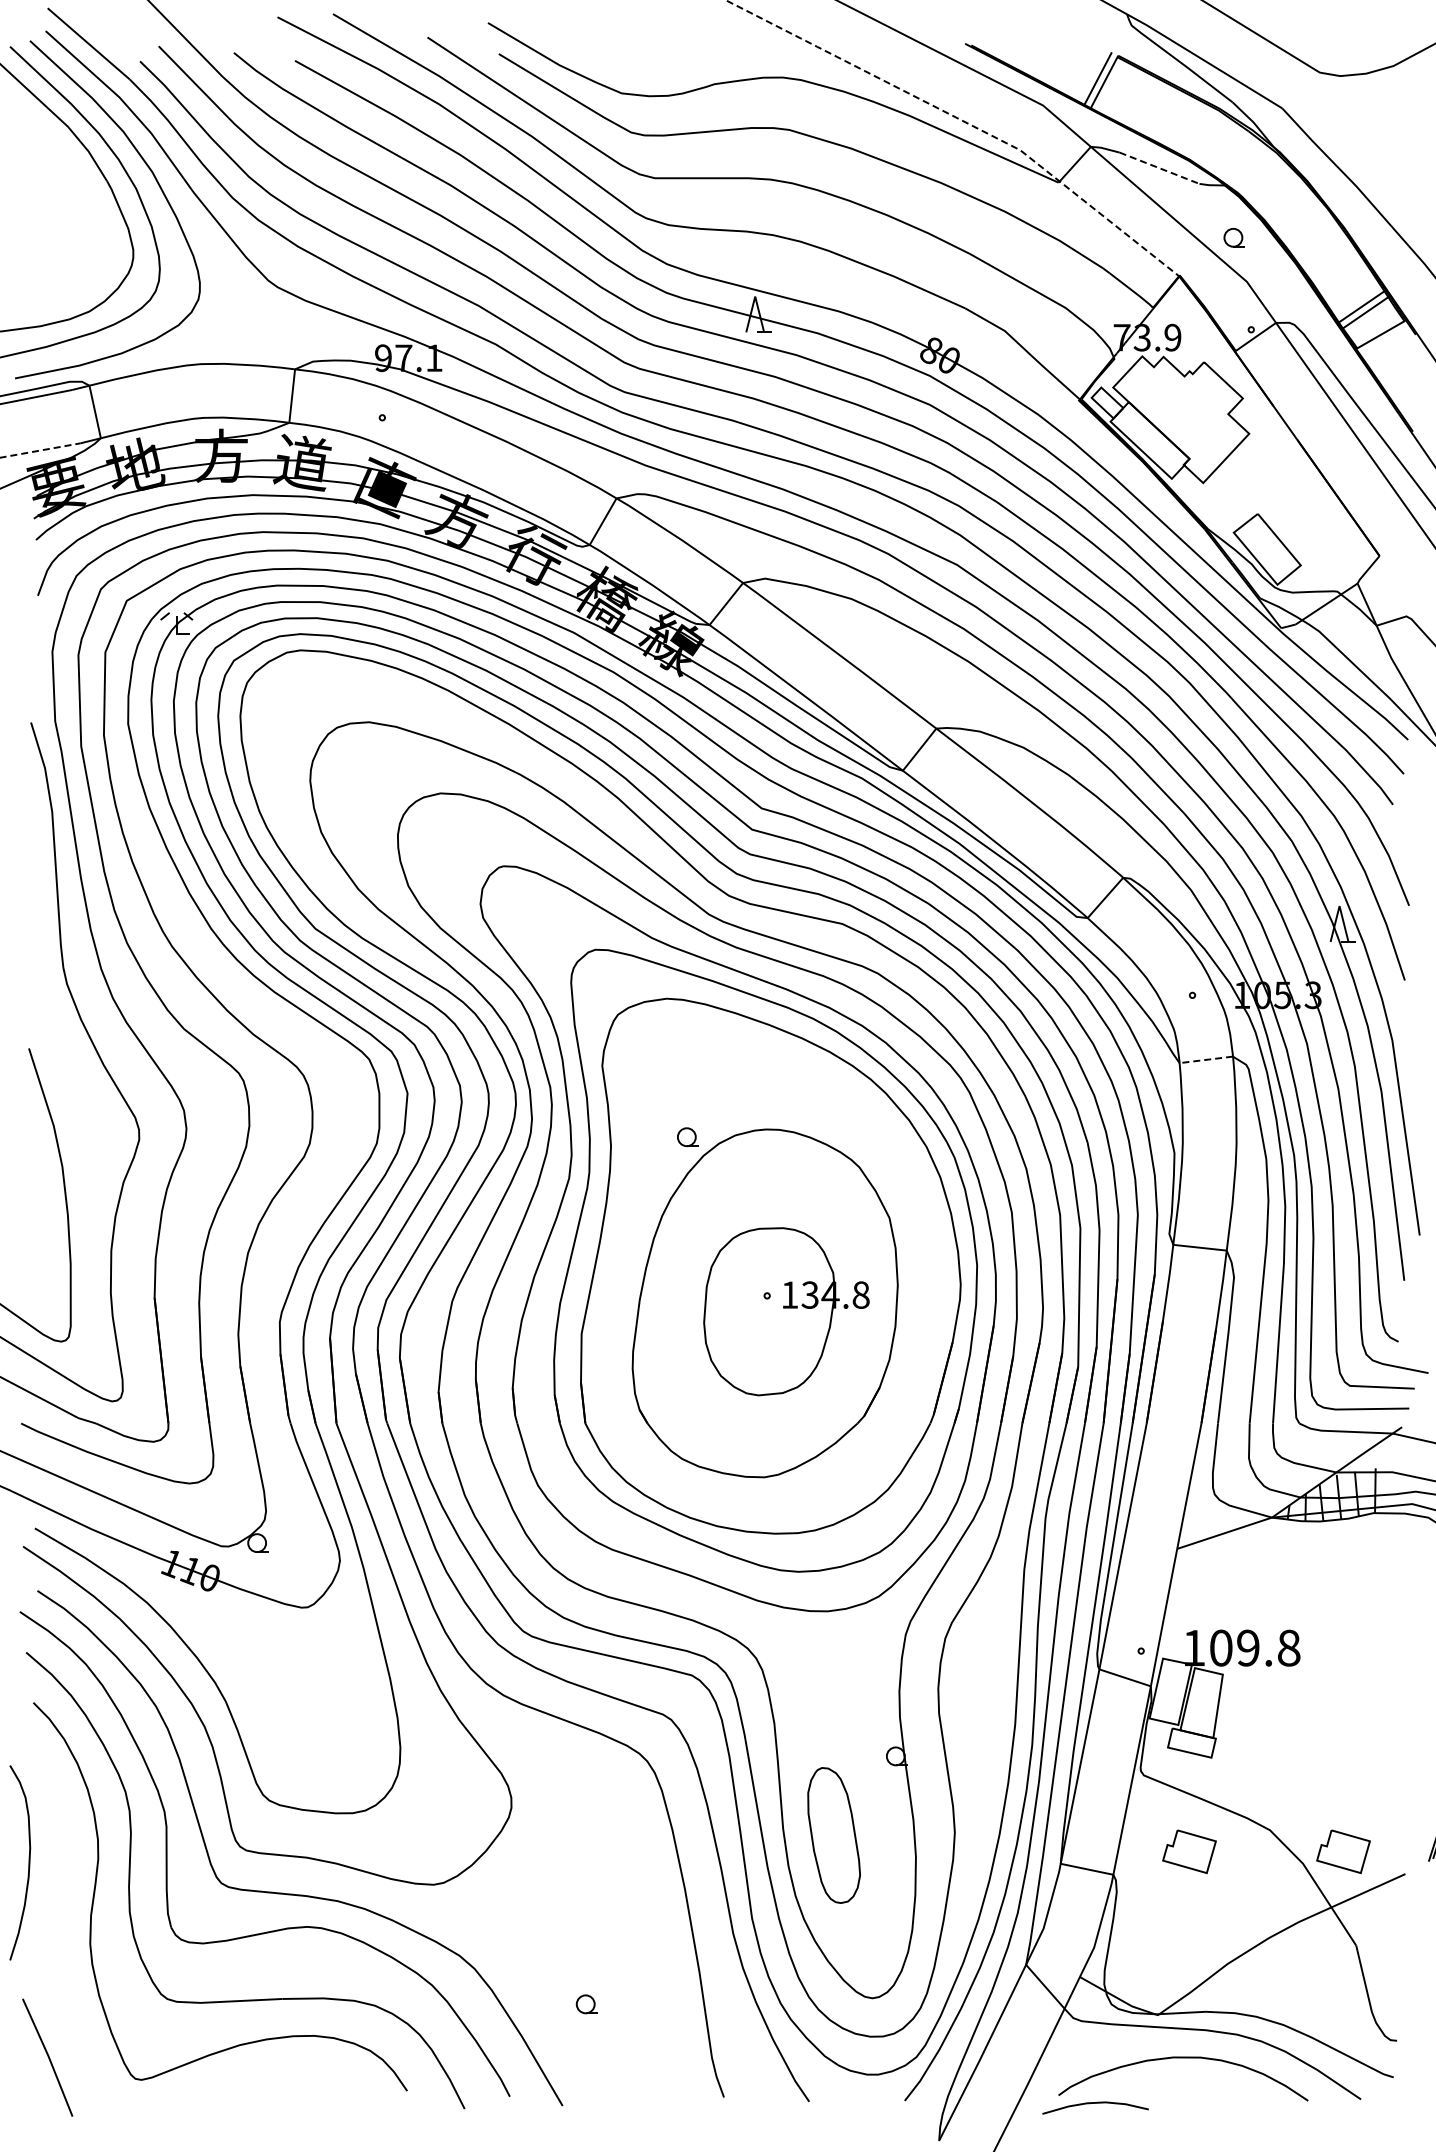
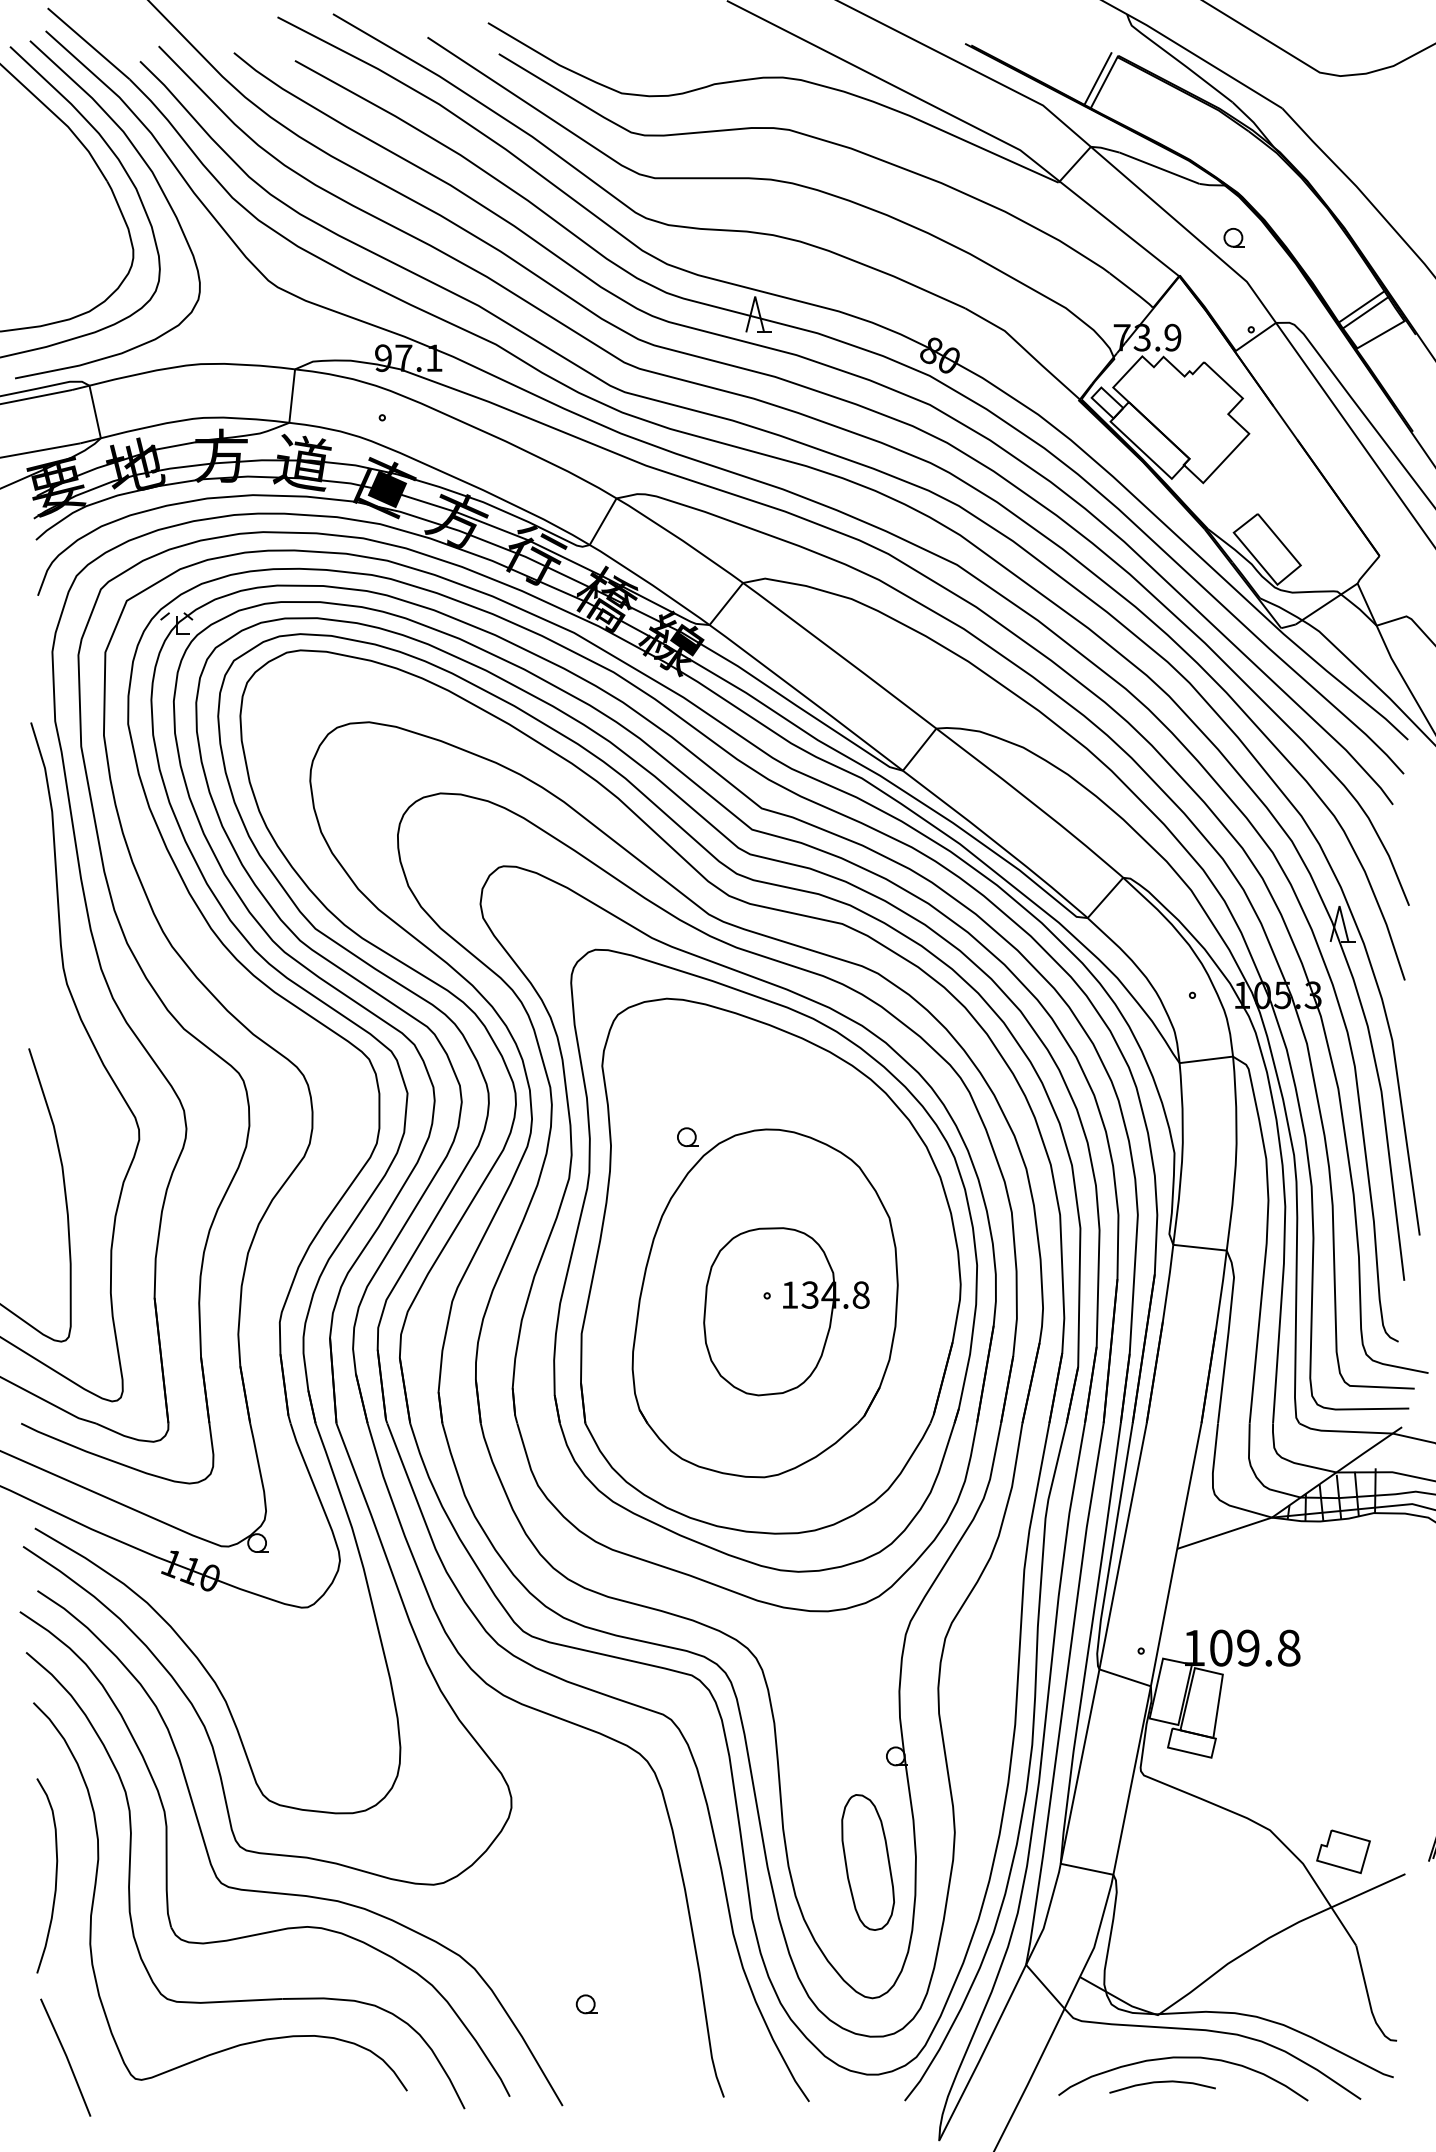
line at (964, 121): dashed -> solid
line at (1159, 168): dashed -> solid
line at (40, 450): dashed -> solid
line at (1206, 1059): dashed -> solid
part at (833, 1835) position: (833, 1835) -> (867, 1862)
part at (1189, 1851): present -> none
curve at (28, 1862) position: (28, 1862) -> (55, 1875)
line at (47, 2056) position: (47, 2056) -> (65, 2056)
curve at (1095, 2103) position: (1095, 2103) -> (1162, 2082)
